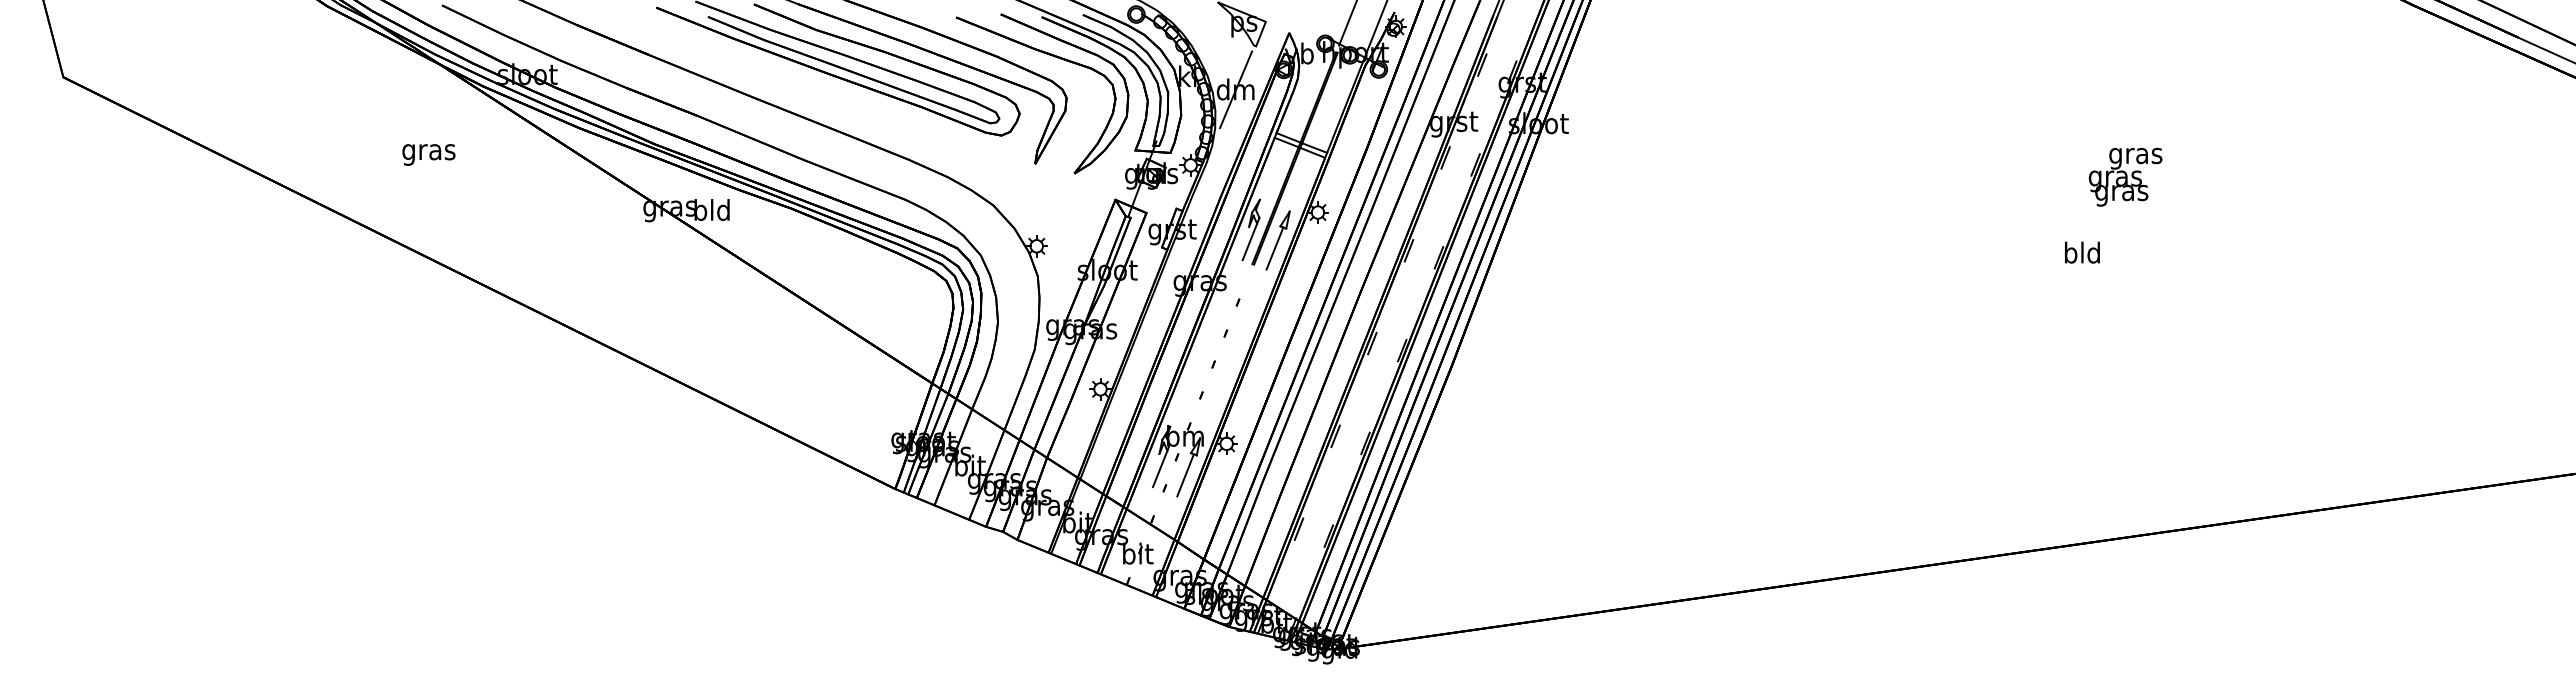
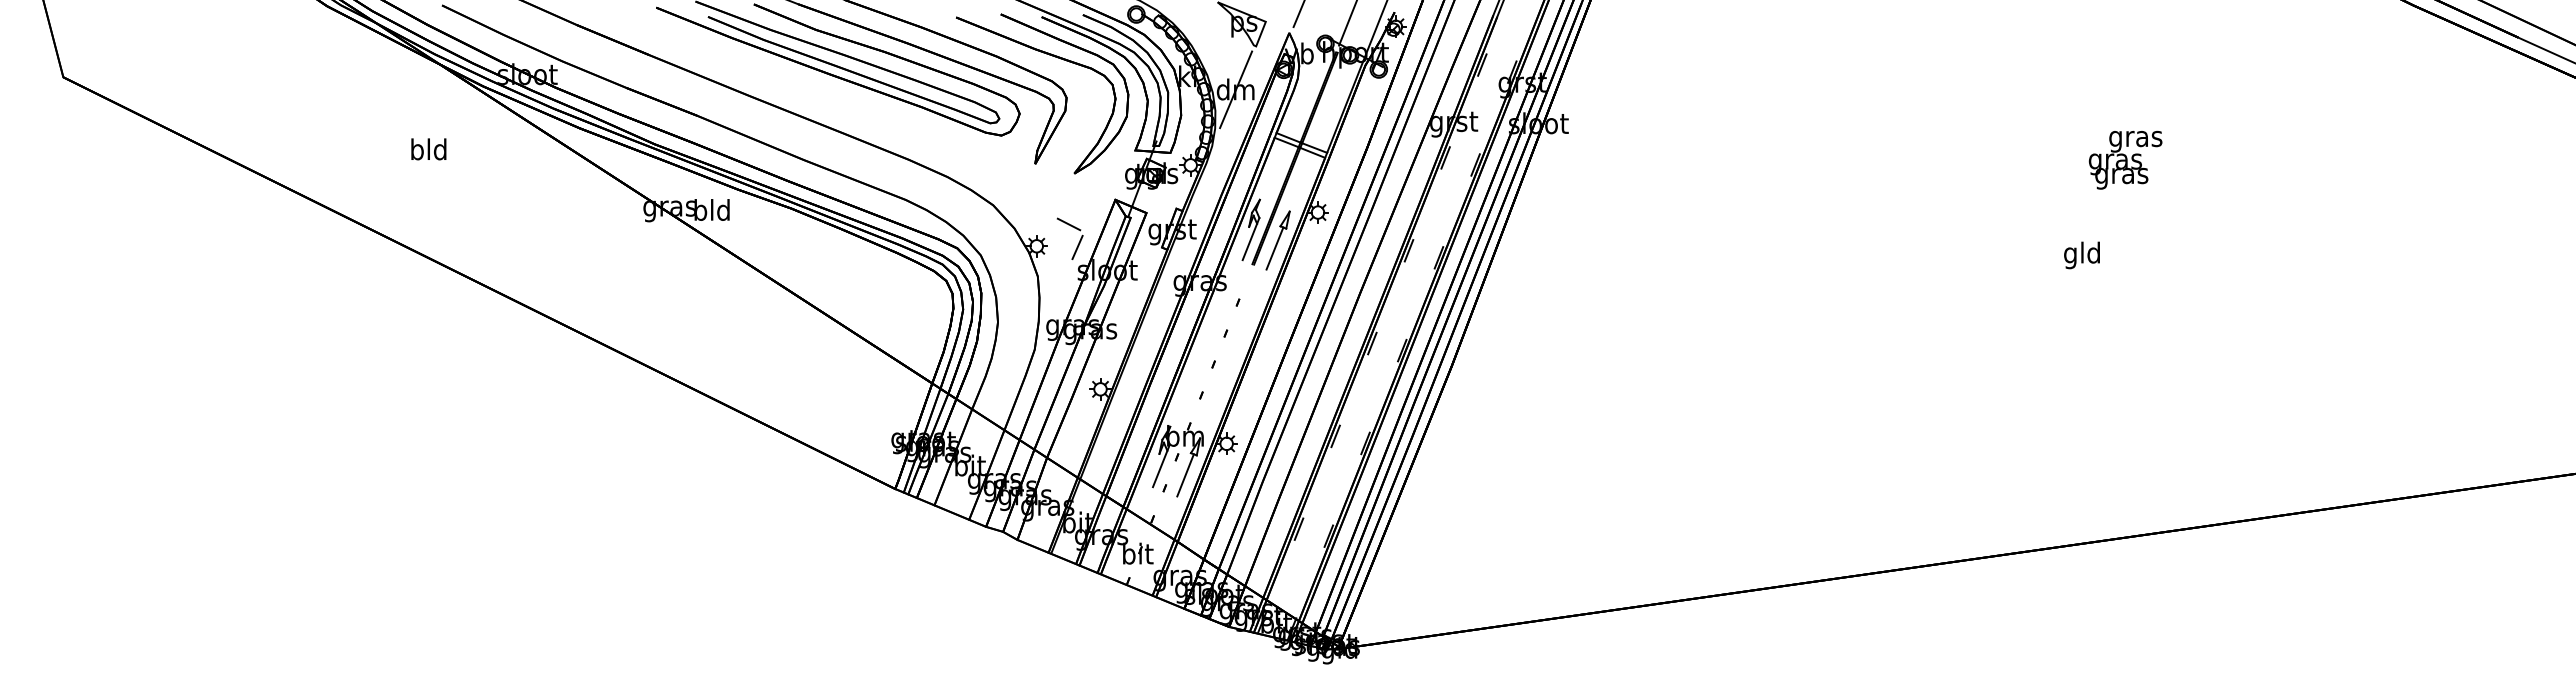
line at (1298, 14): none -> present
text at (428, 151): gras -> bld
text at (2125, 176) position: (2125, 176) -> (2125, 159)
line at (1068, 224): none -> present
line at (1077, 247): none -> present
text at (2070, 255): bld -> gld
